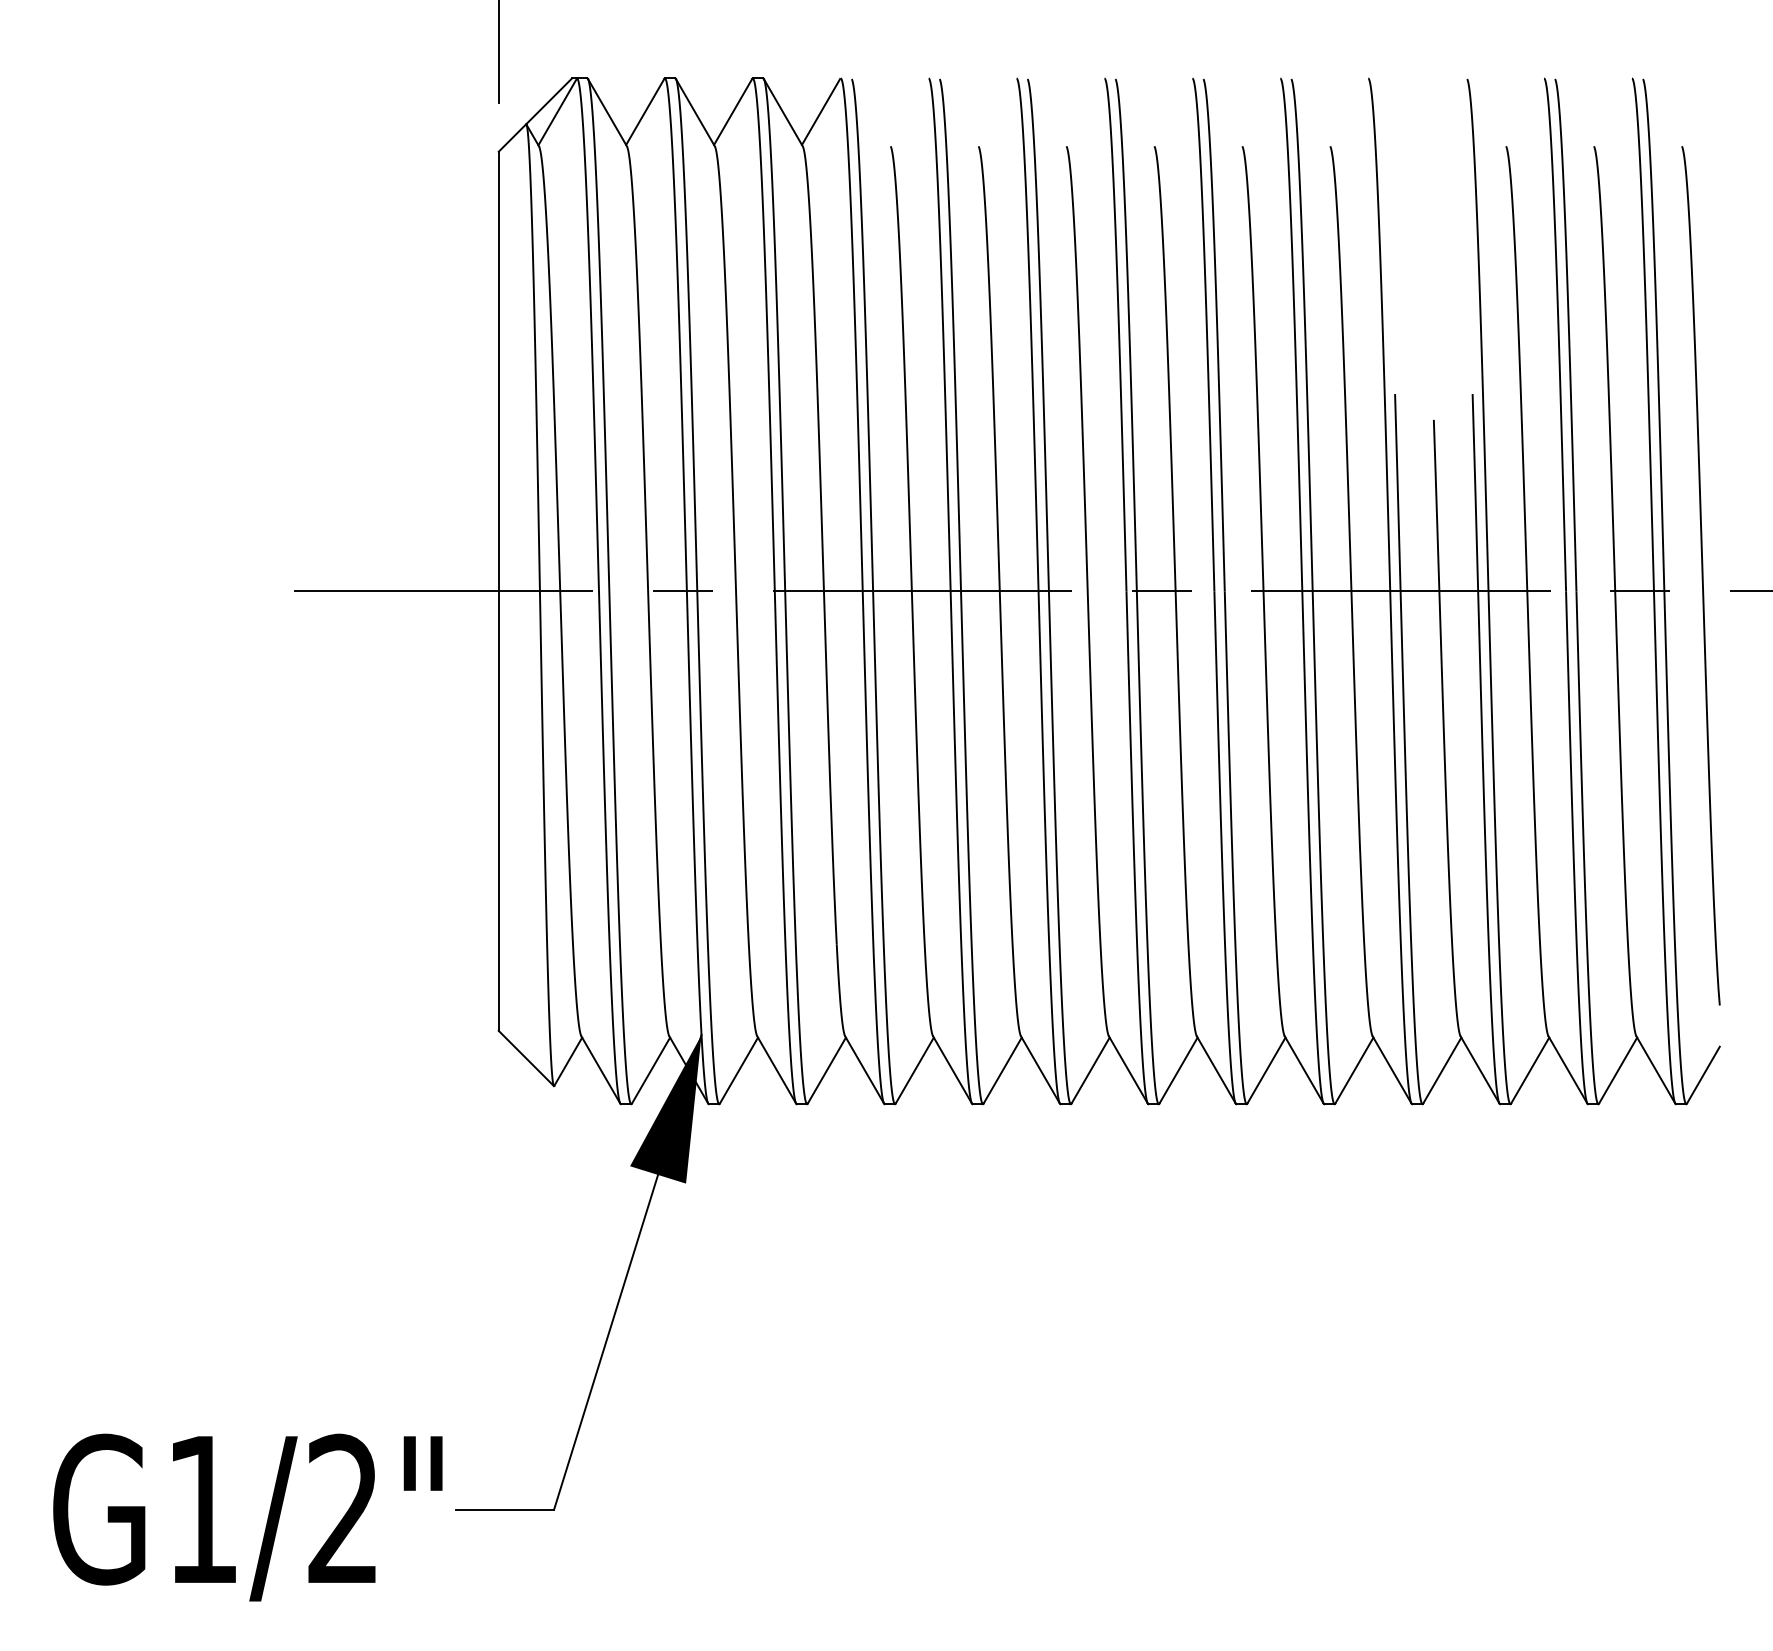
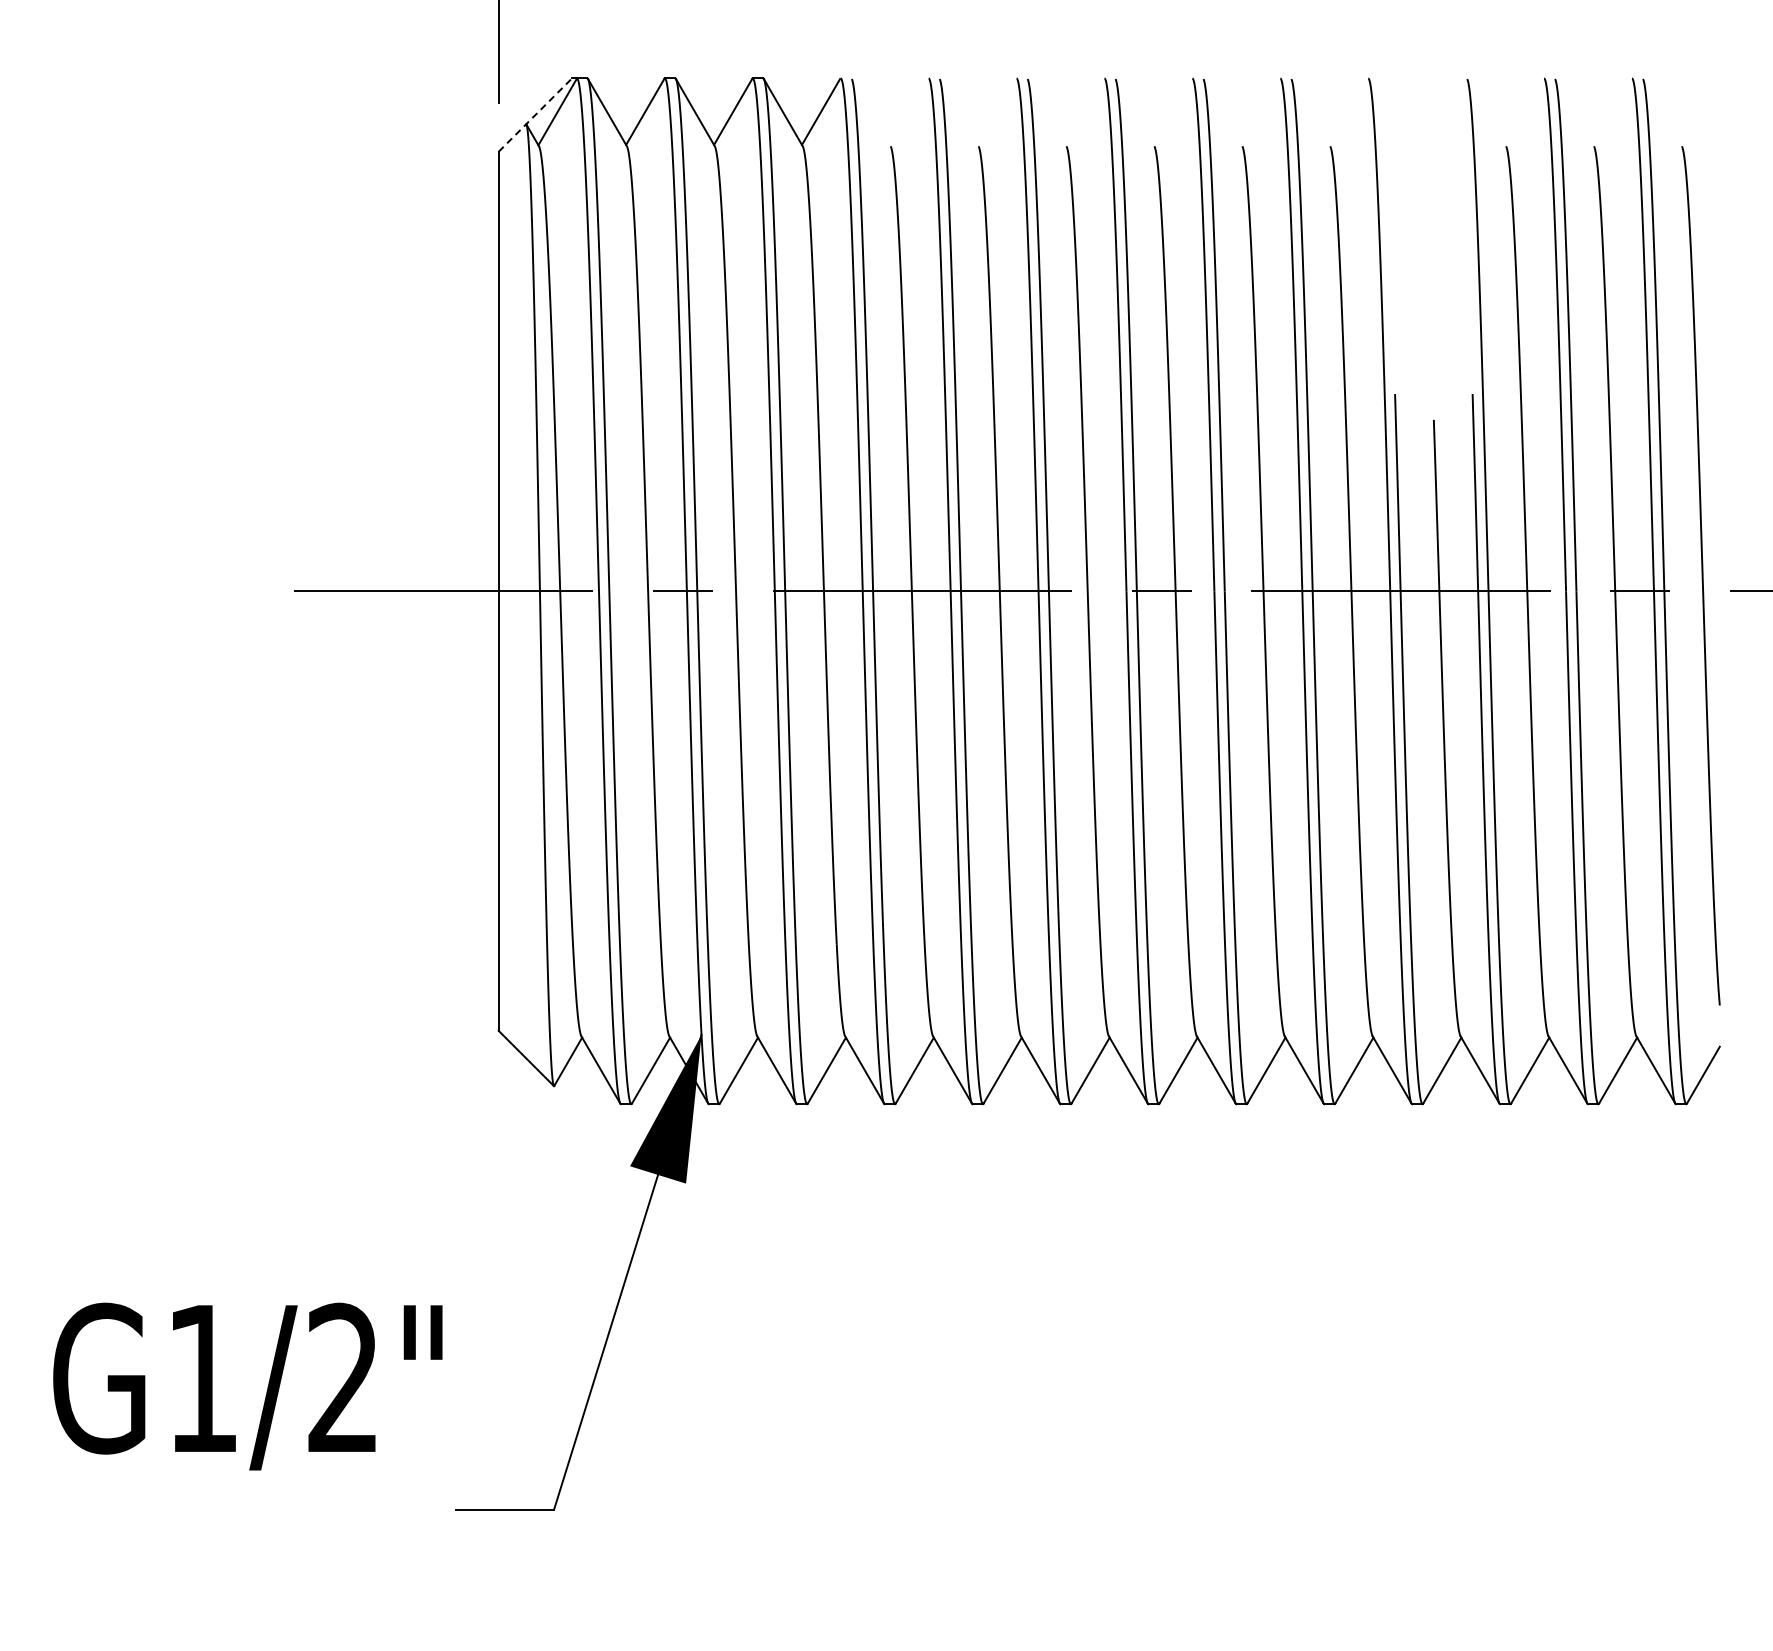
line at (535, 115): solid -> dashed
text at (247, 1517) position: (247, 1517) -> (247, 1386)
